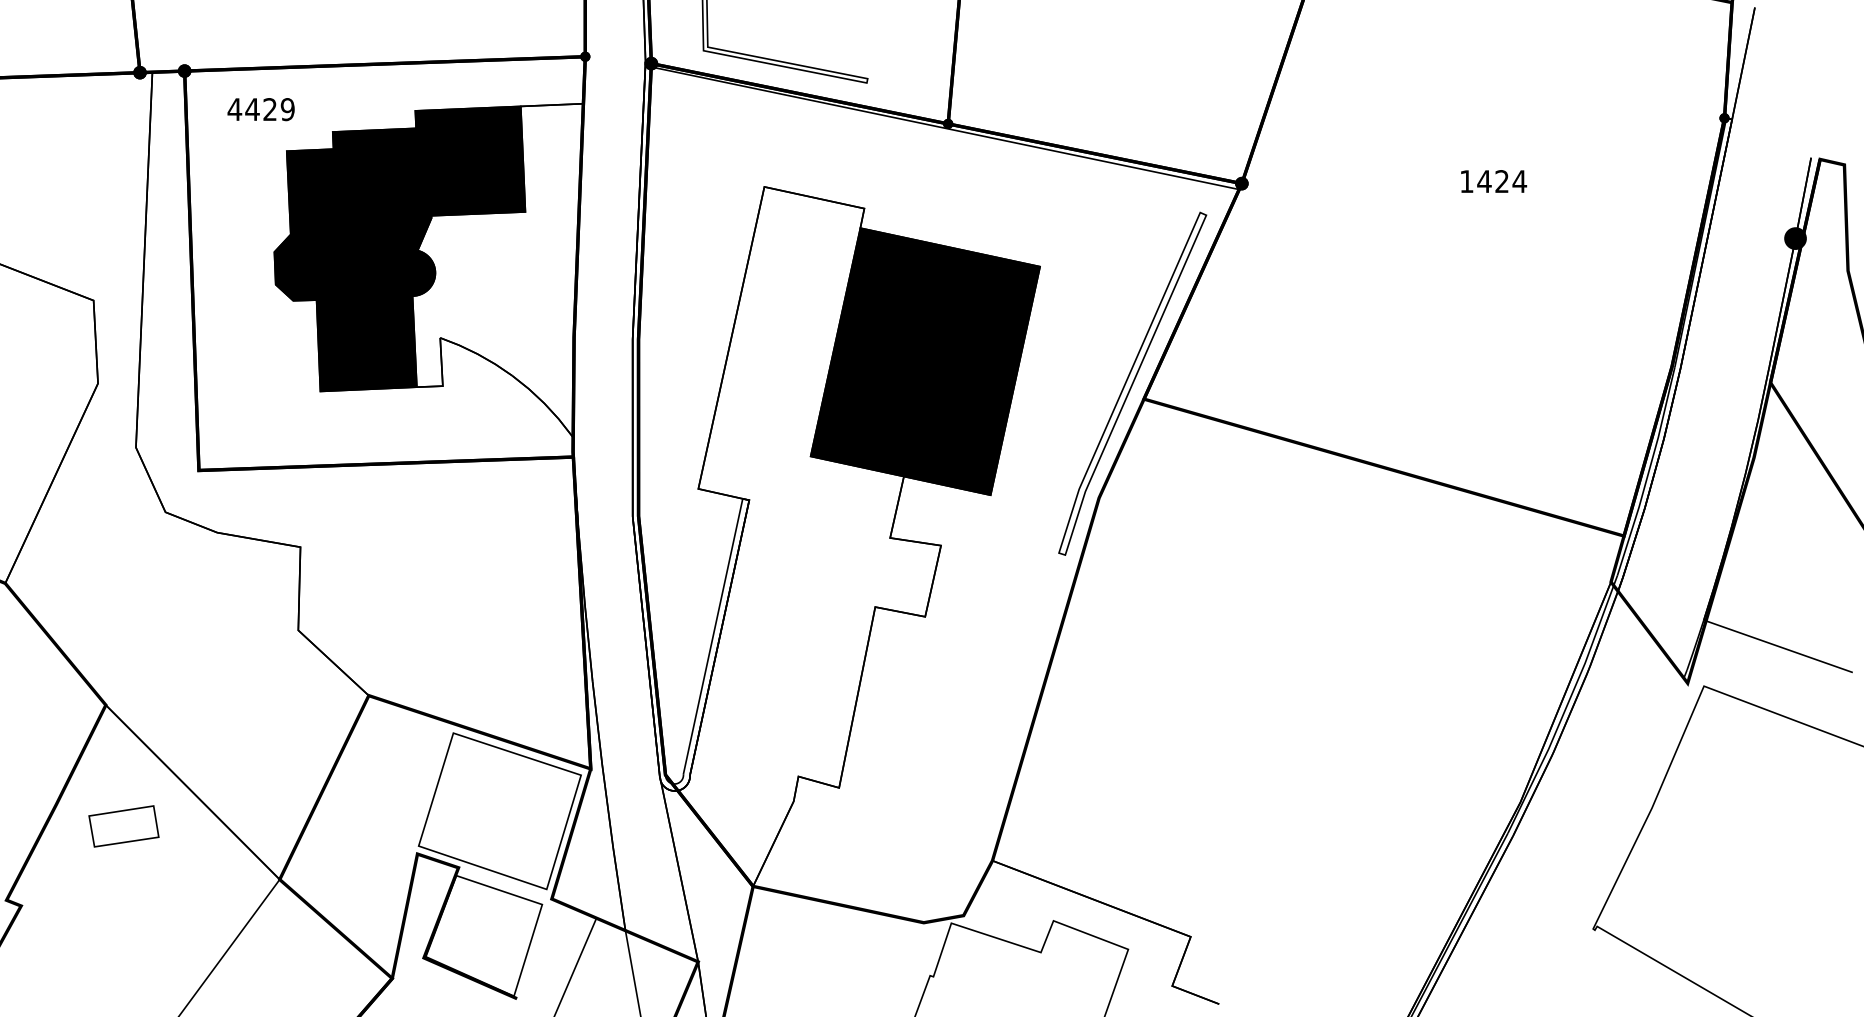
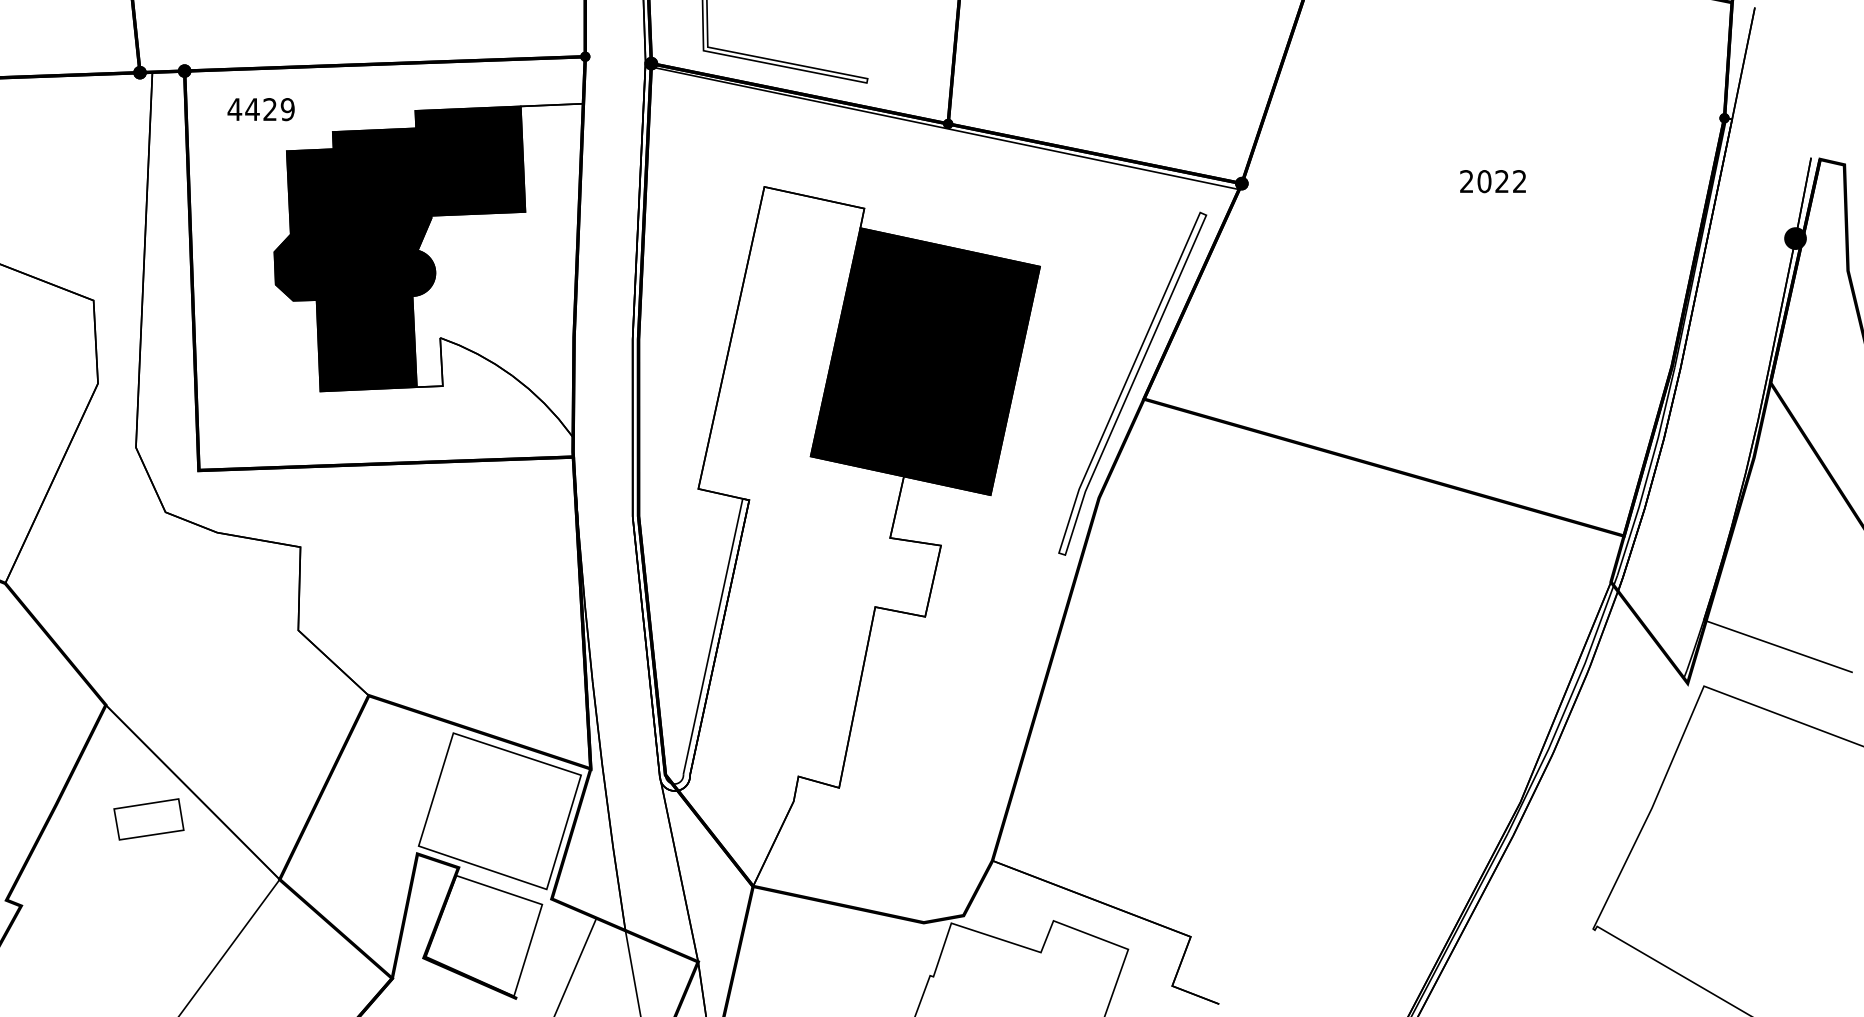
text at (1493, 181): 1424 -> 2022
part at (123, 826) position: (123, 826) -> (148, 819)
